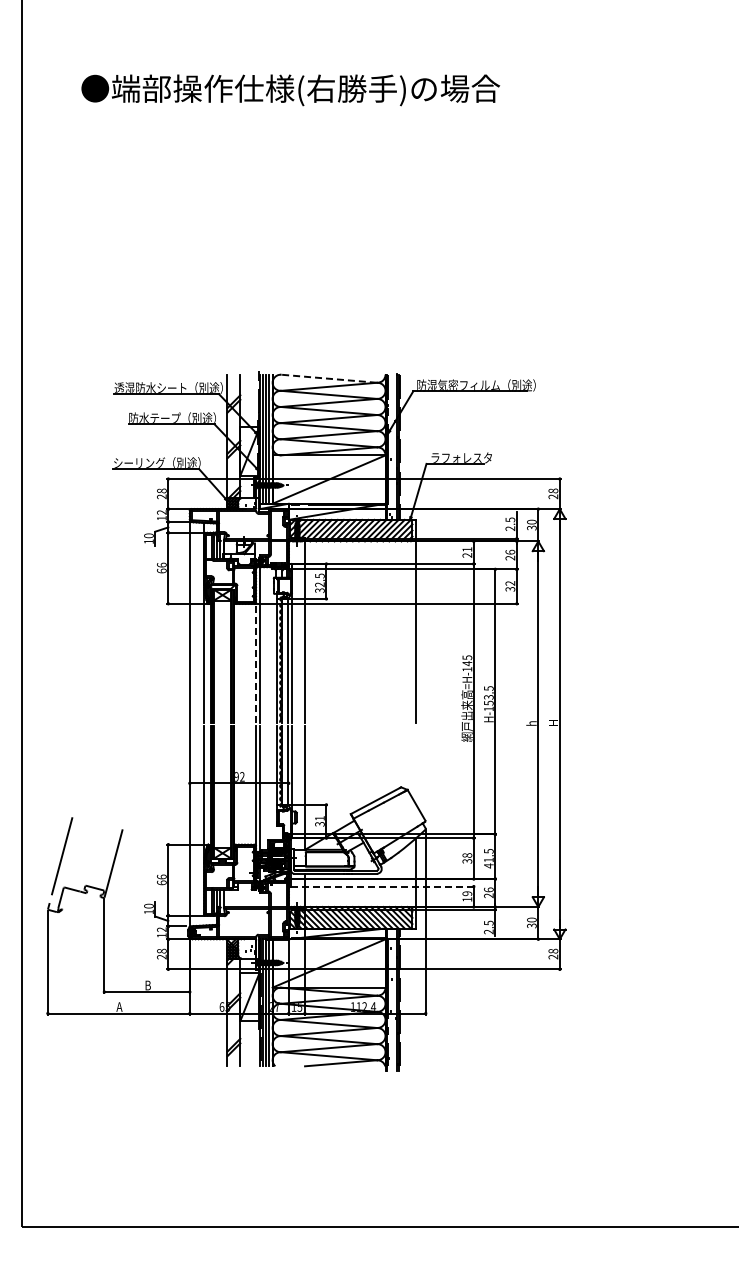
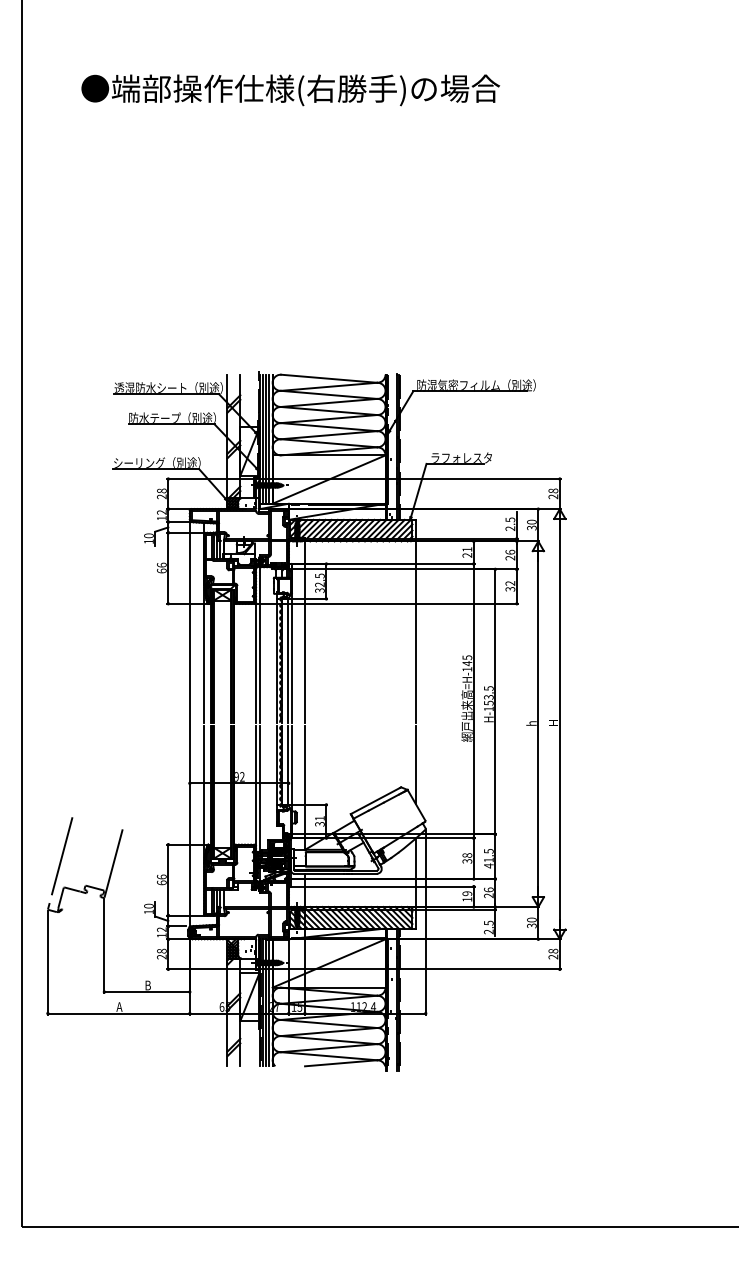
line at (329, 378): dashed -> solid
line at (255, 662): dashed -> solid
line at (415, 764): none -> present
line at (383, 886): dashed -> solid
